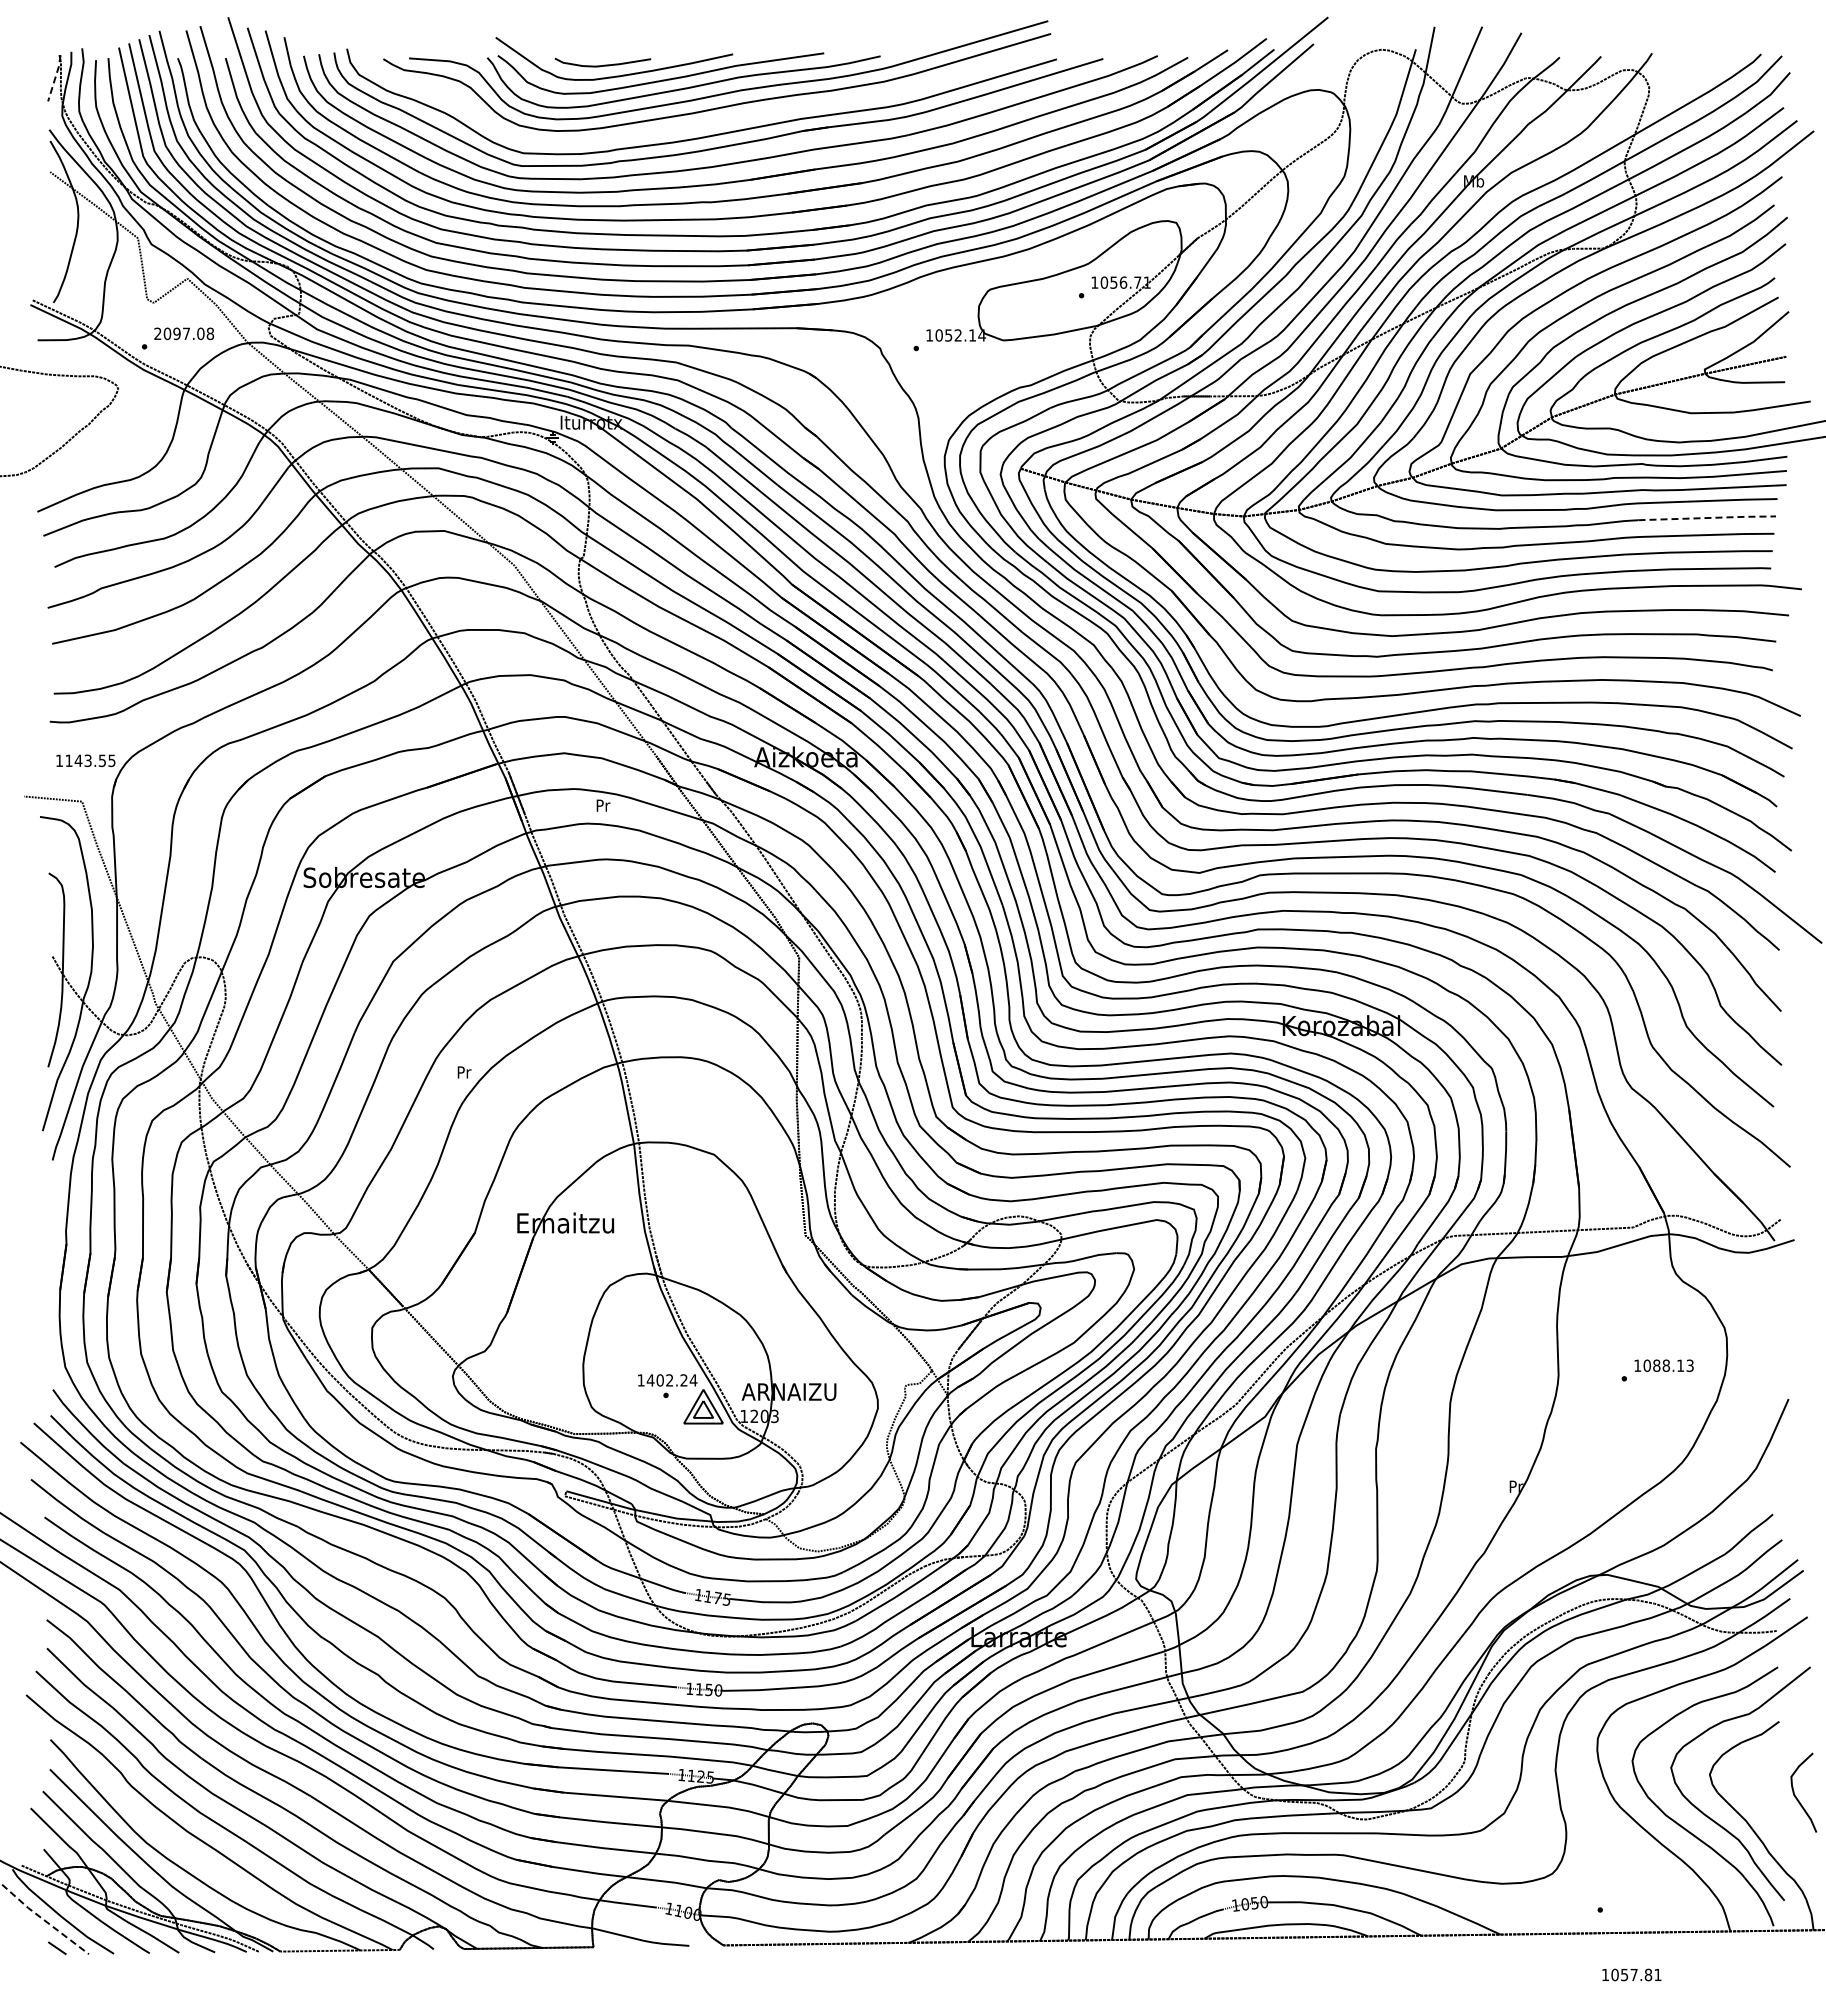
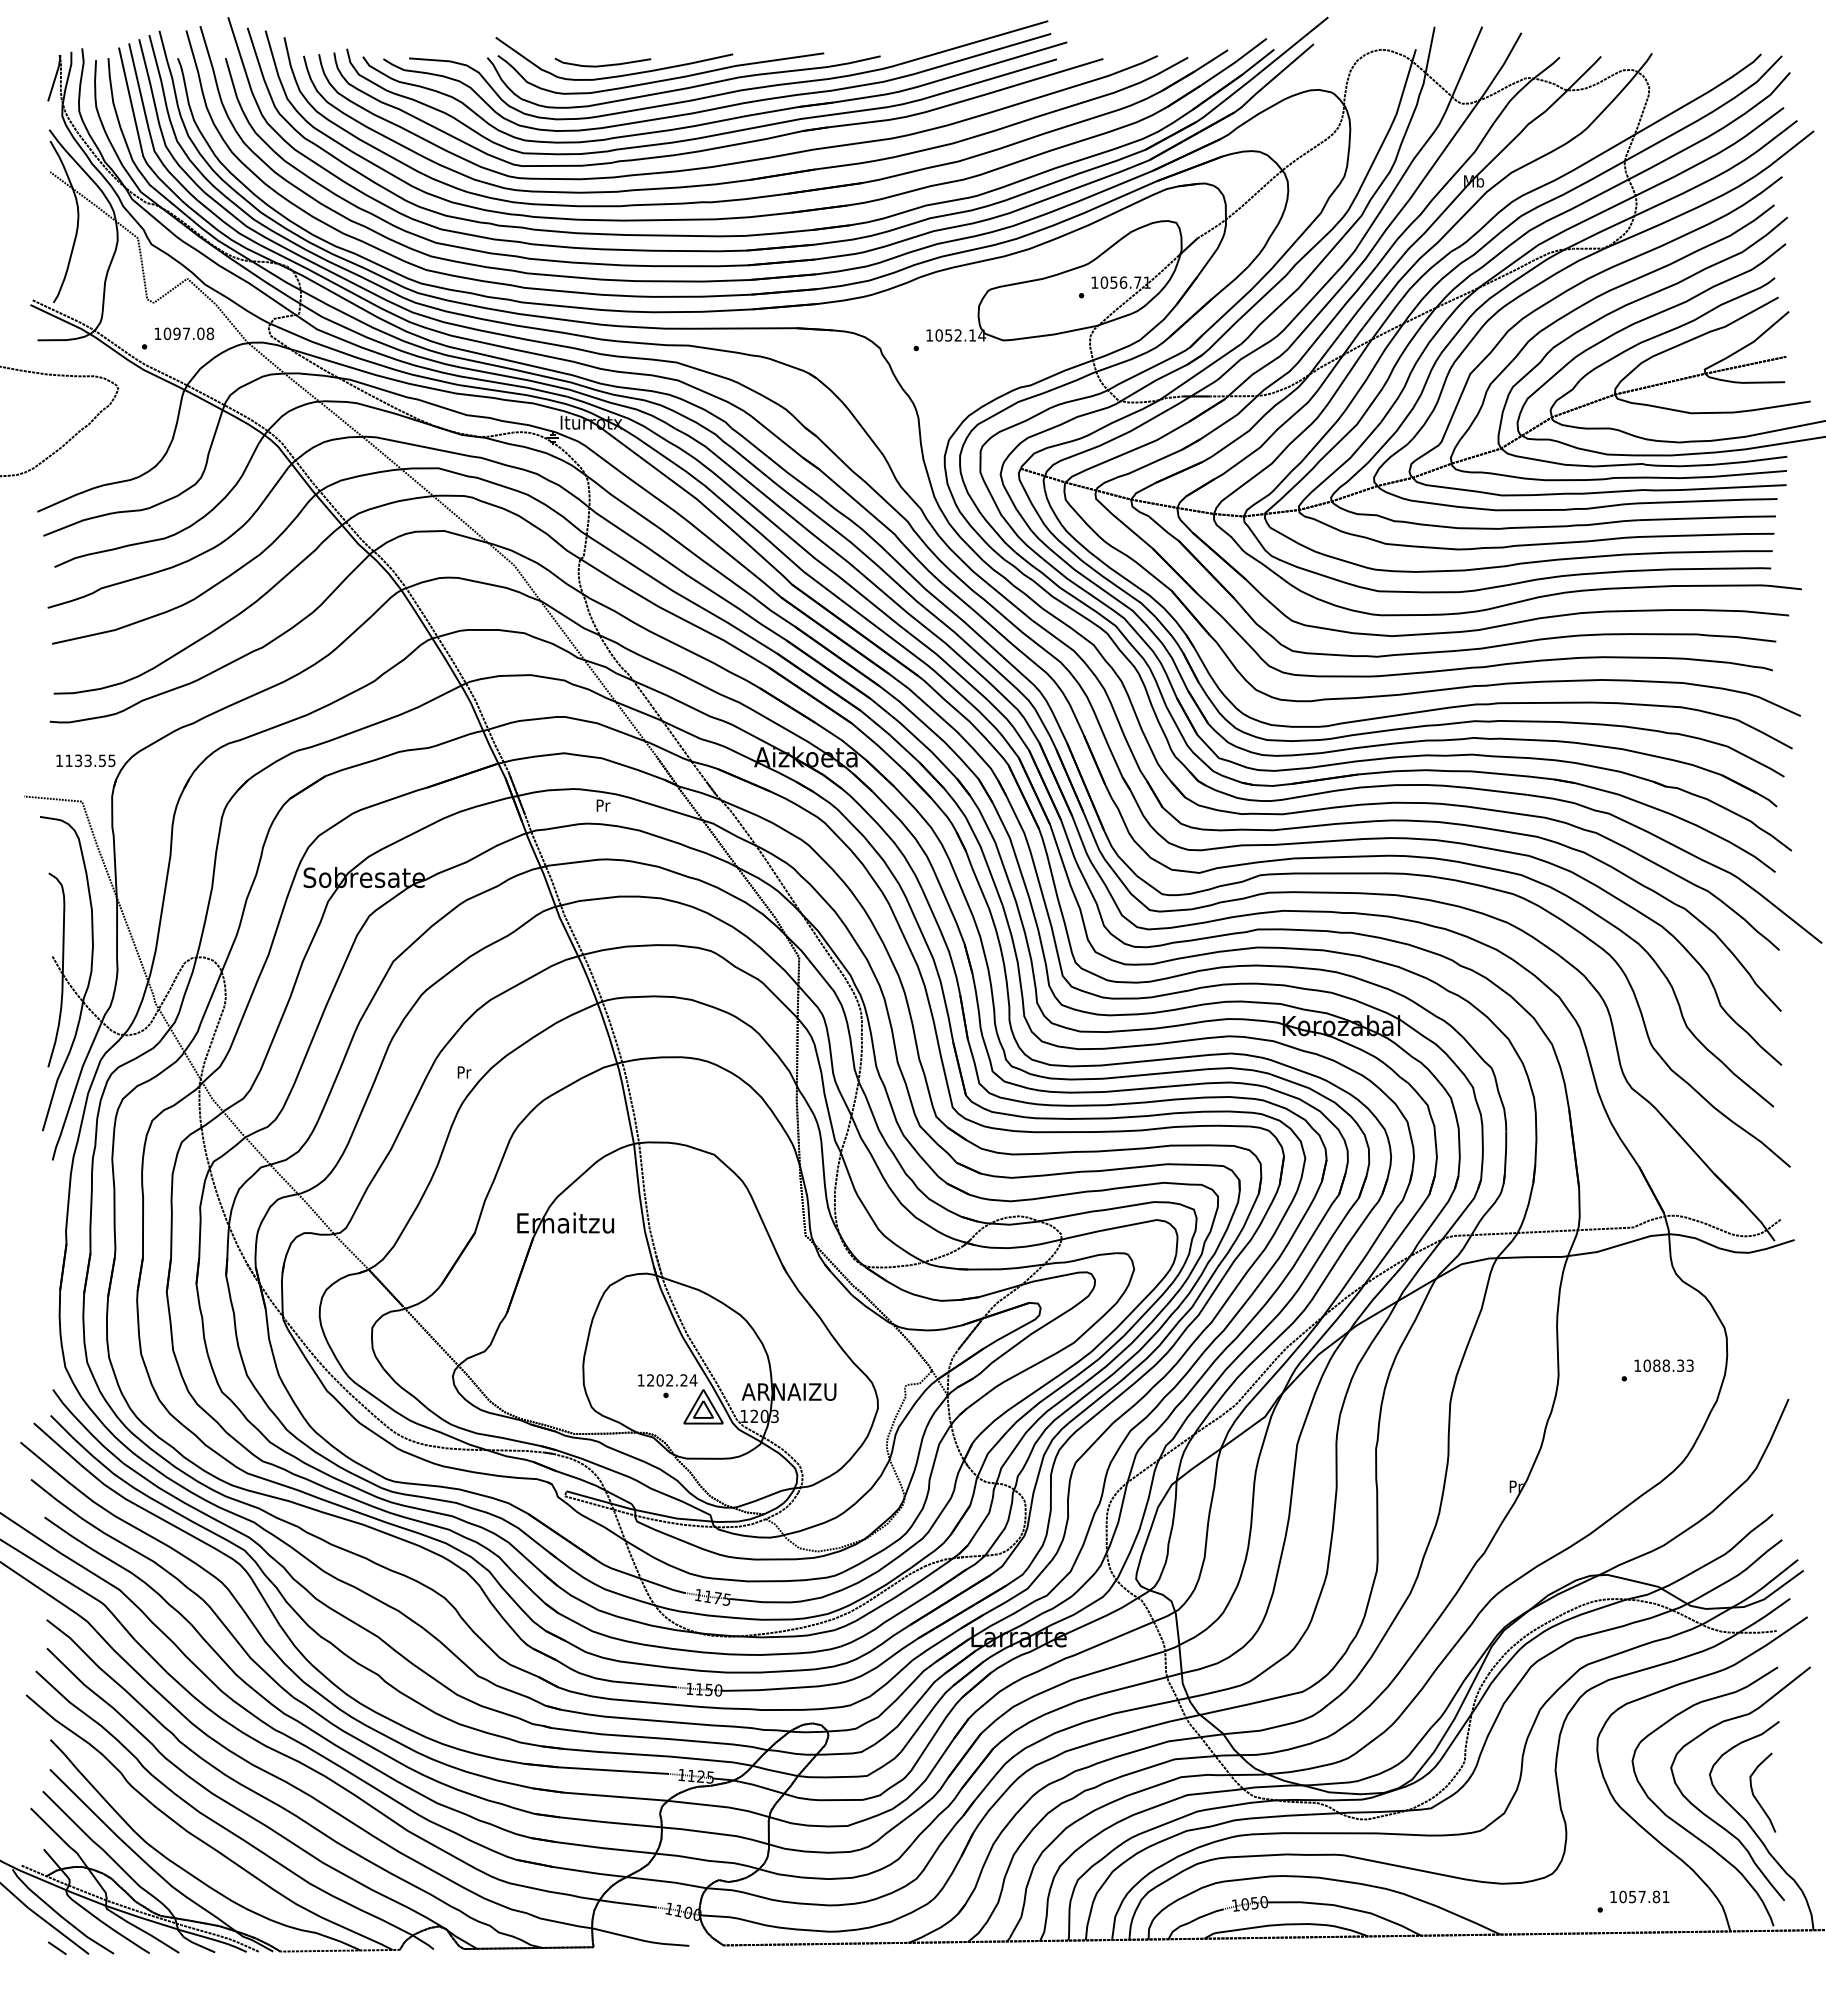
line at (55, 77): dashed -> solid
part at (716, 120): none -> present
text at (157, 333): 2097.08 -> 1097.08
line at (1707, 518): dashed -> solid
text at (78, 760): 1143.55 -> 1133.55
text at (1680, 1365): 1088.13 -> 1088.33
text at (650, 1380): 1402.24 -> 1202.24
curve at (1797, 1797) position: (1797, 1797) -> (1756, 1797)
line at (43, 1919): dashed -> solid
text at (1631, 1974) position: (1631, 1974) -> (1639, 1896)
